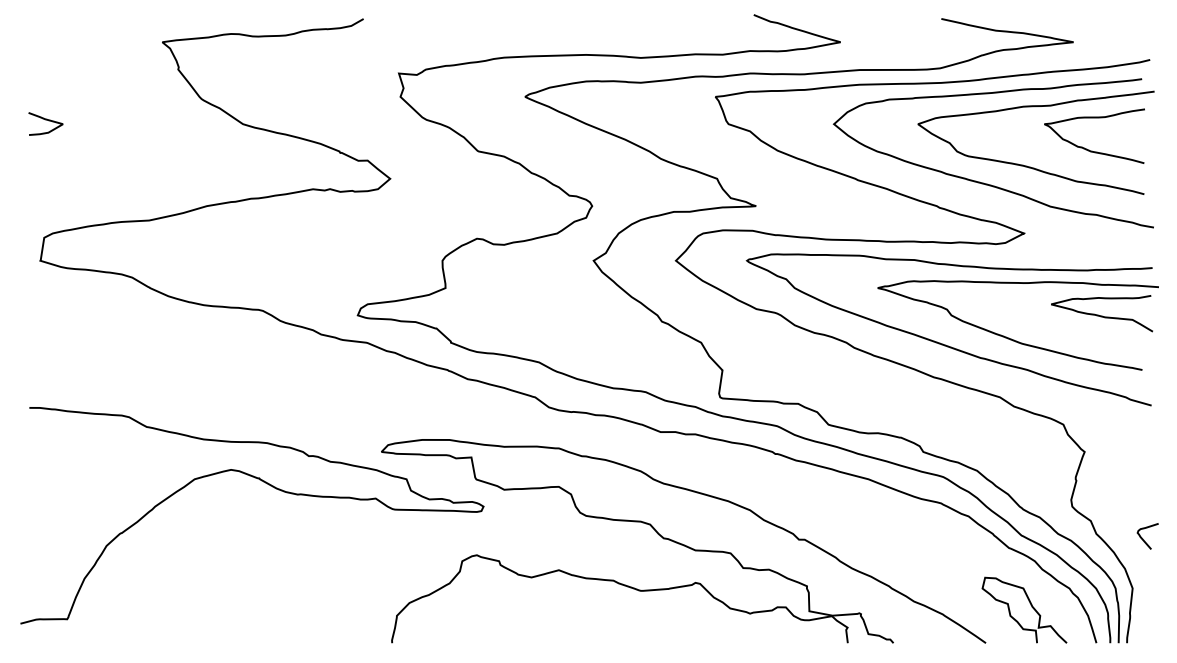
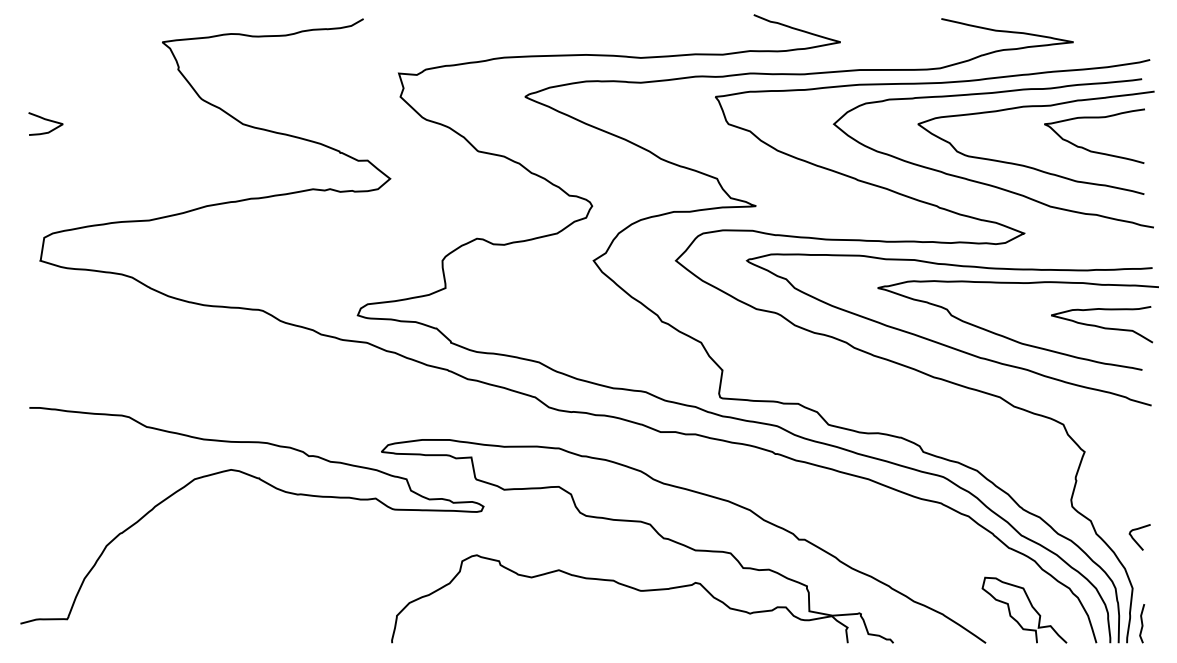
curve at (1101, 315) position: (1101, 315) -> (1101, 326)
curve at (1143, 538) position: (1143, 538) -> (1135, 539)
line at (1142, 623): none -> present
